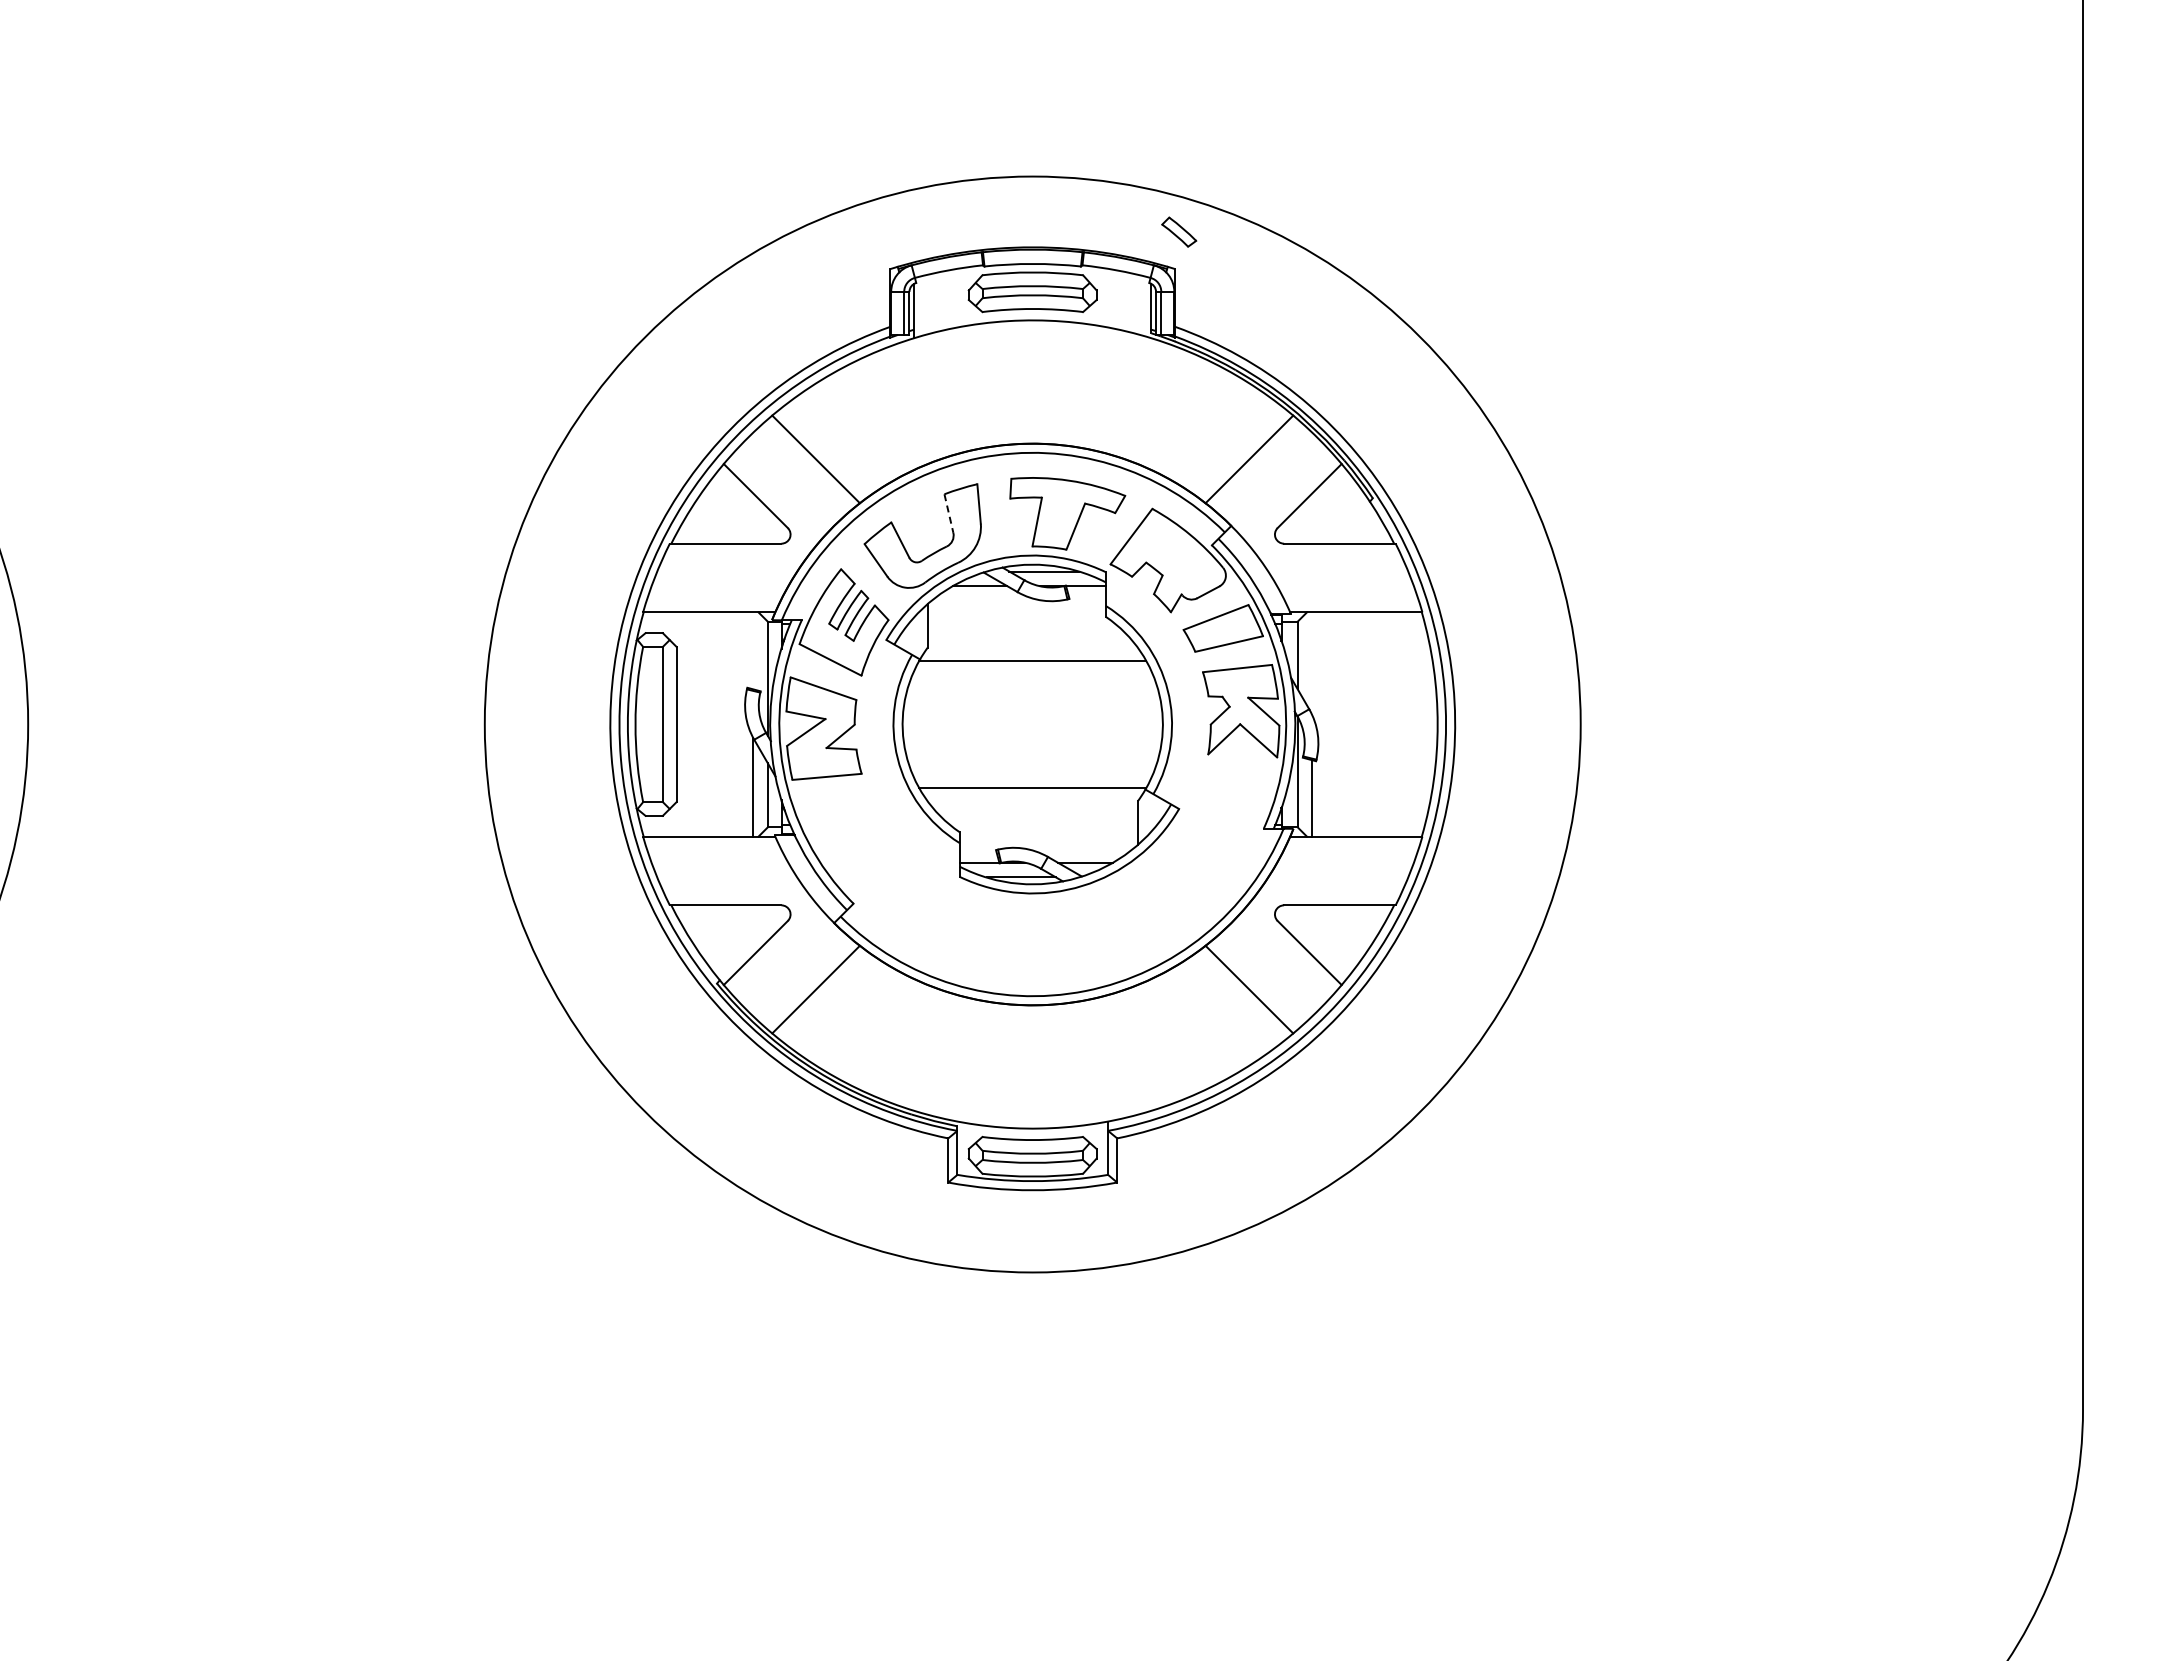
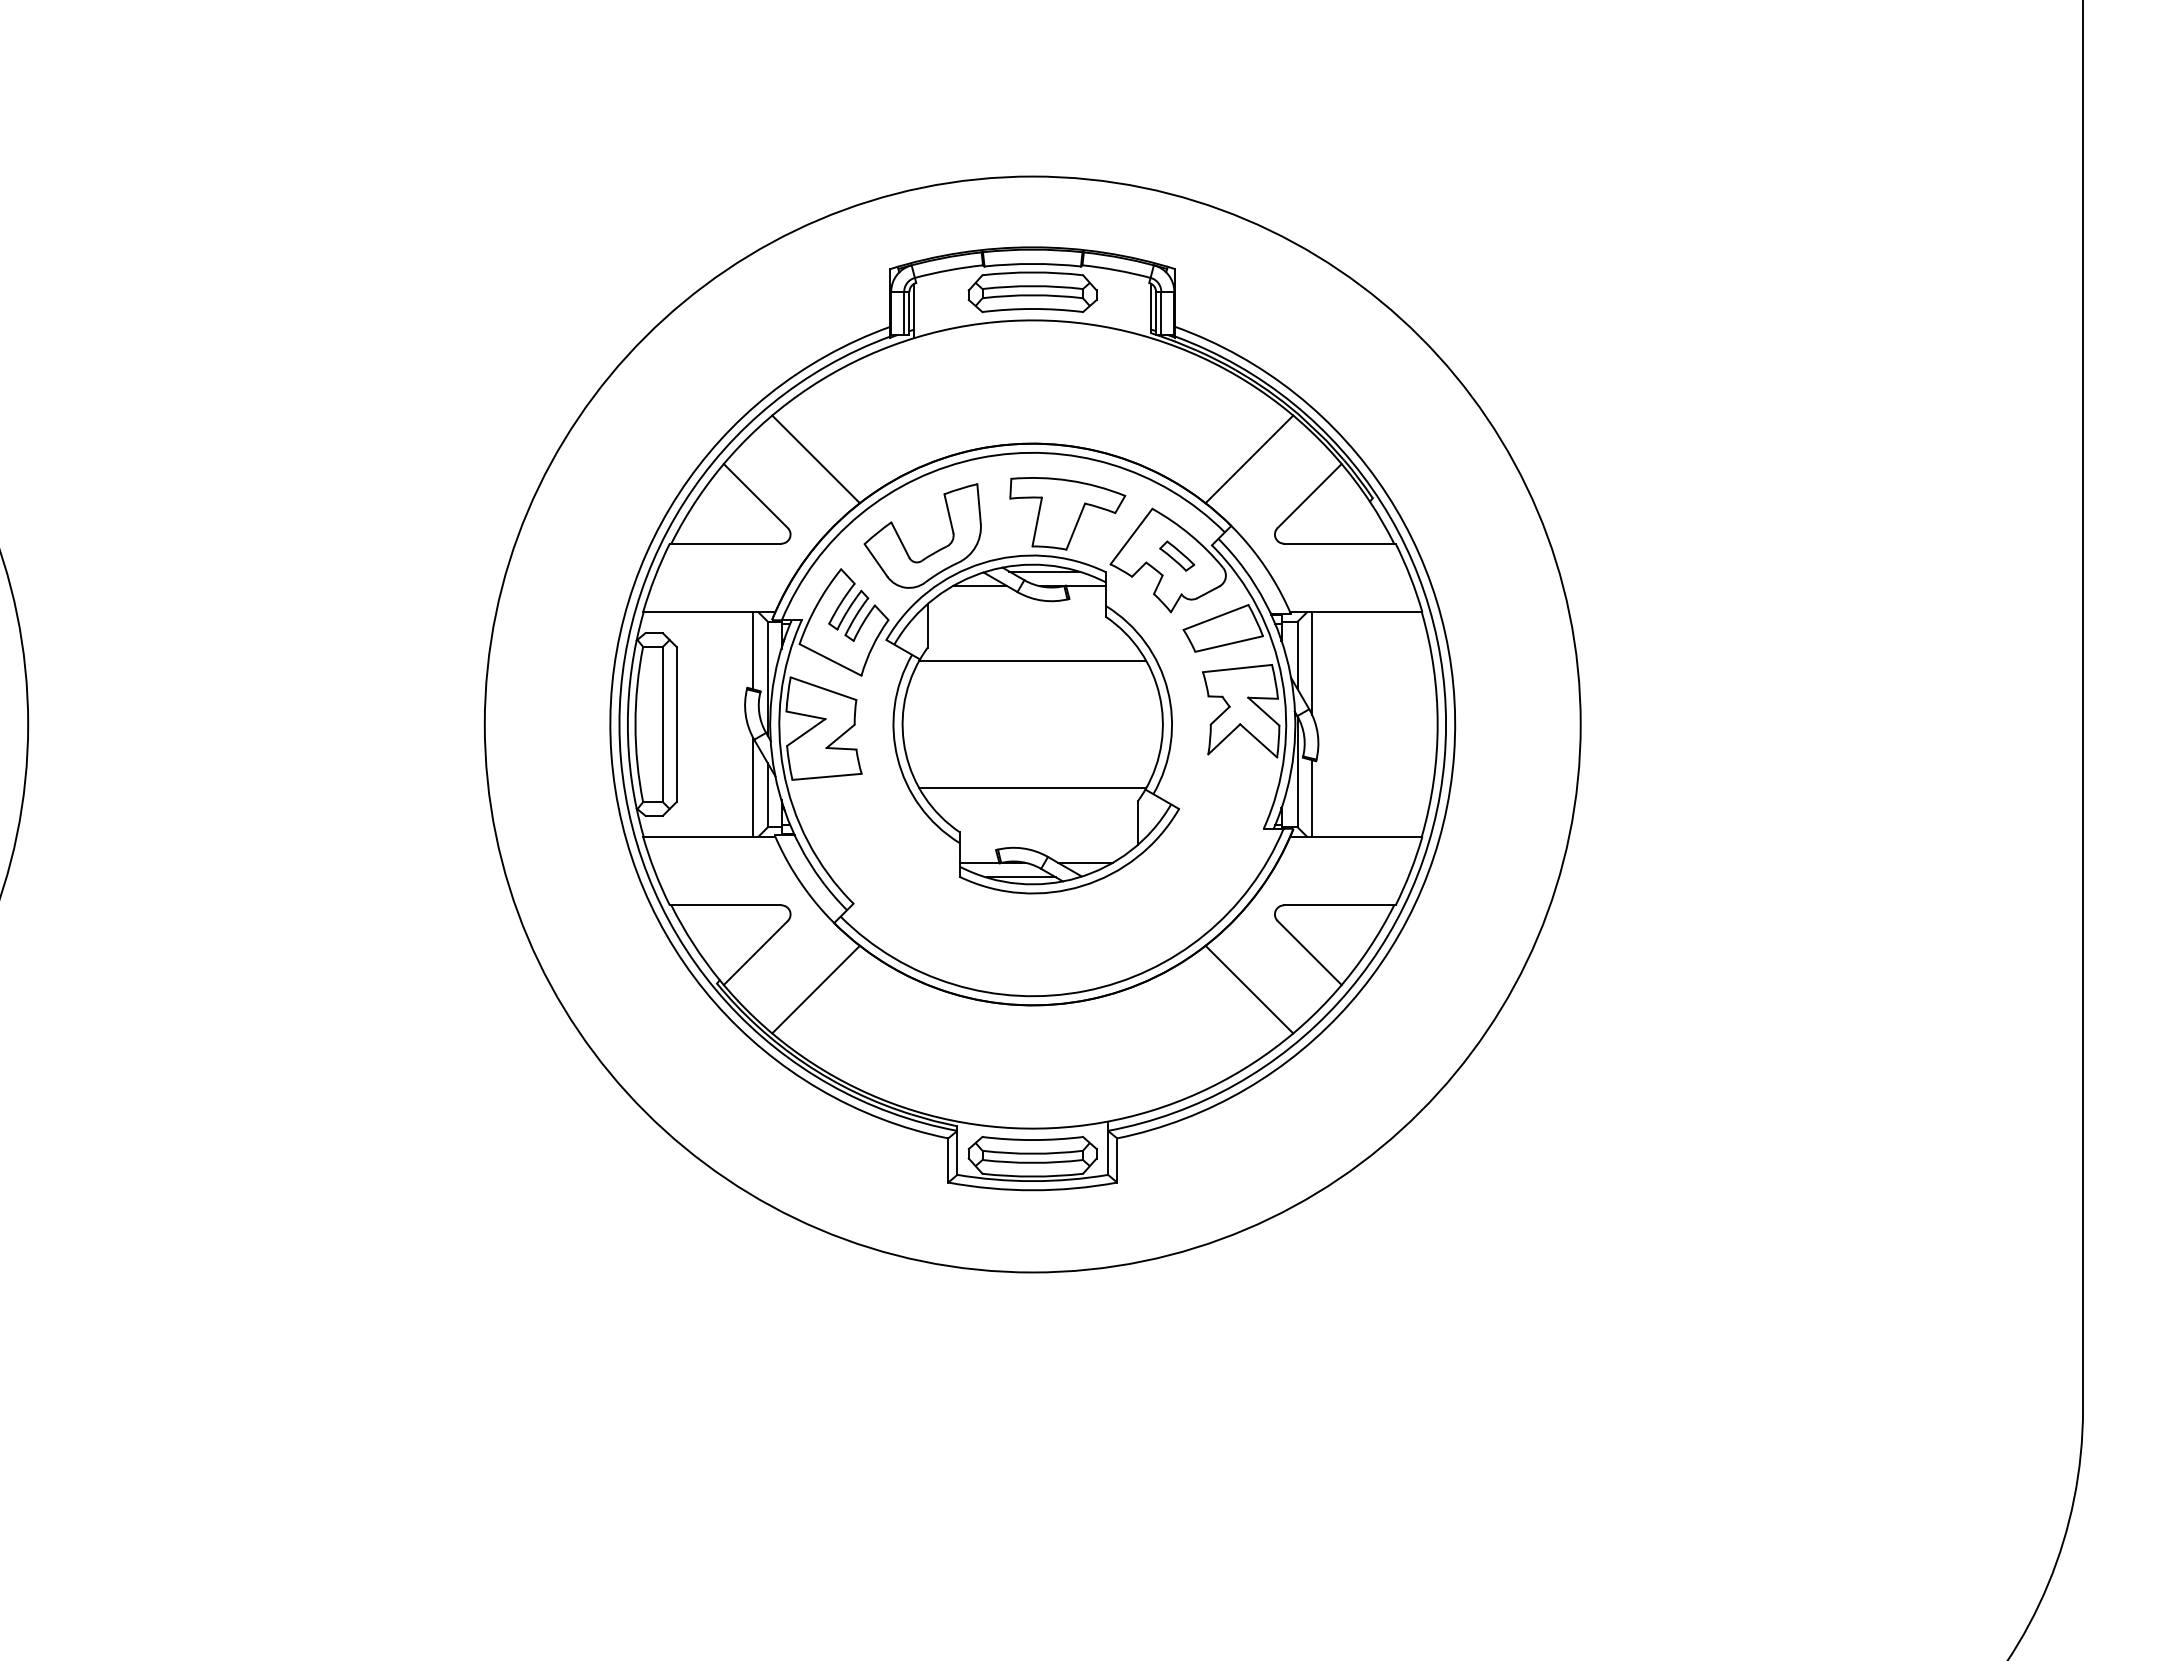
part at (1179, 231) position: (1179, 231) -> (1177, 555)
line at (948, 513): dashed -> solid
line at (753, 650): none -> present
line at (1312, 663): none -> present
